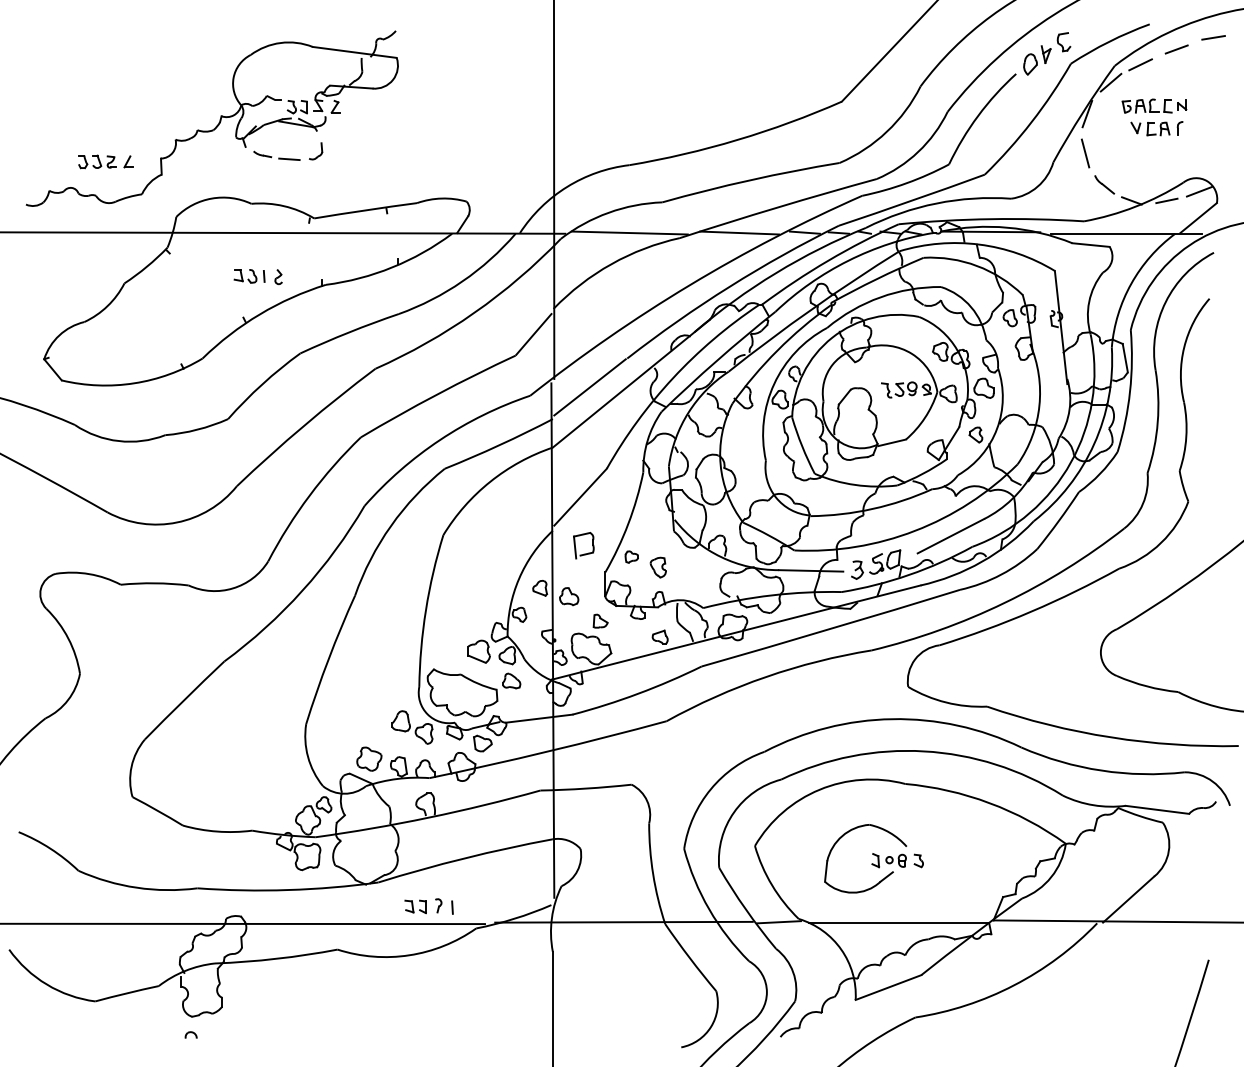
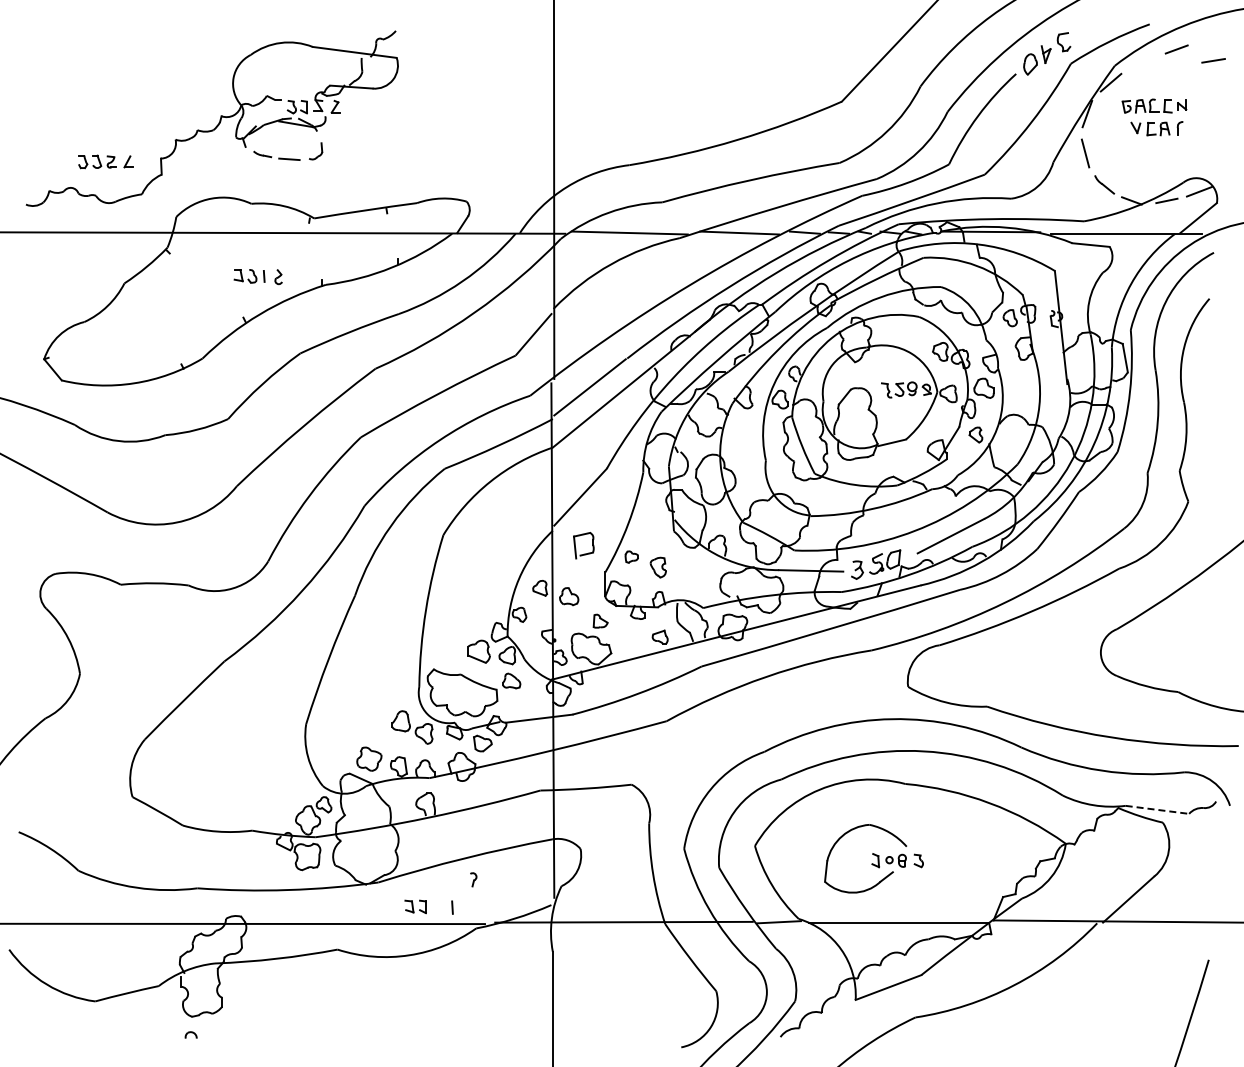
line at (1213, 37) position: (1213, 37) -> (1213, 60)
line at (1140, 64): present -> none
line at (1157, 809): solid -> dashed
part at (438, 905) position: (438, 905) -> (473, 879)
